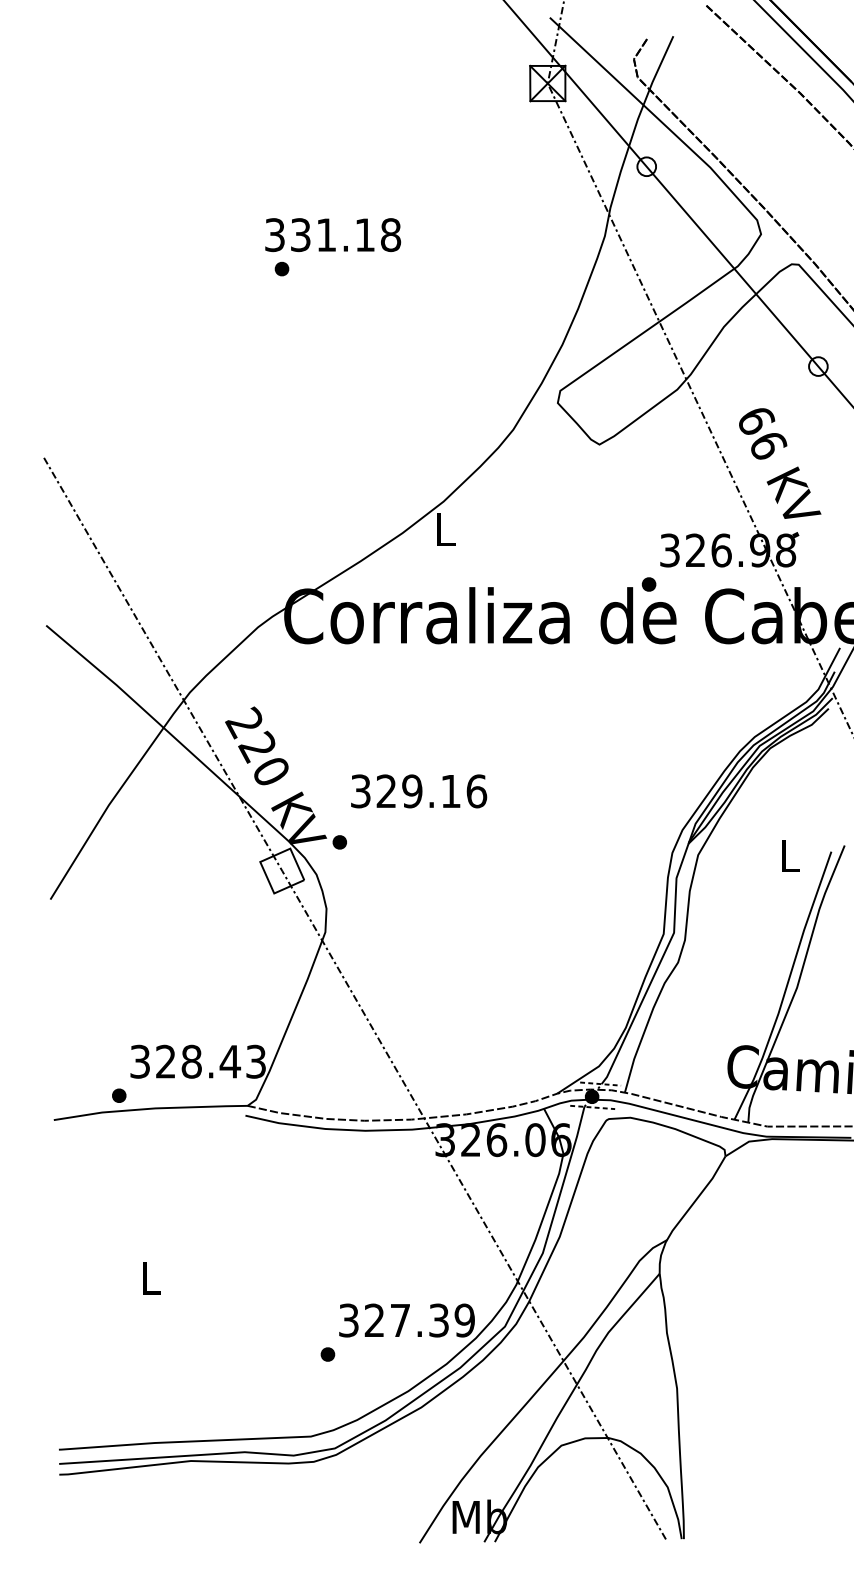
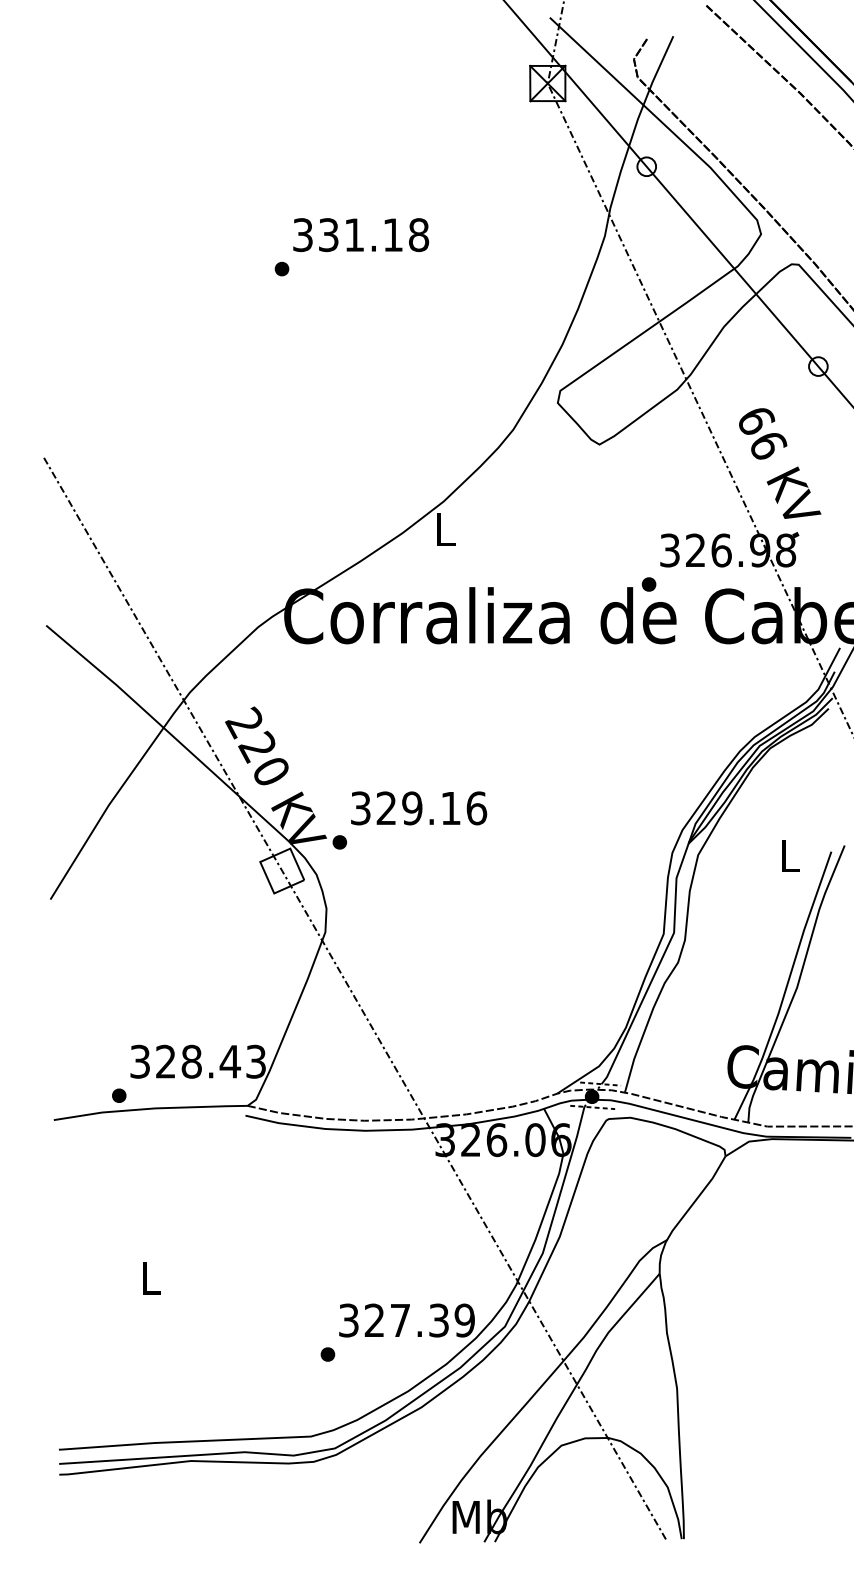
text at (333, 235) position: (333, 235) -> (361, 235)
text at (419, 791) position: (419, 791) -> (419, 808)
